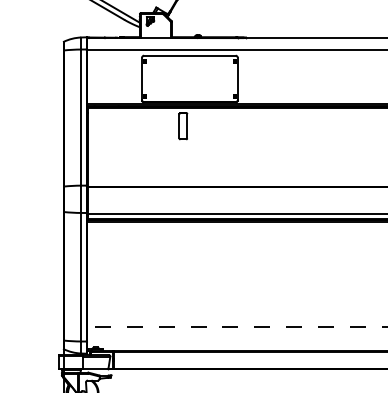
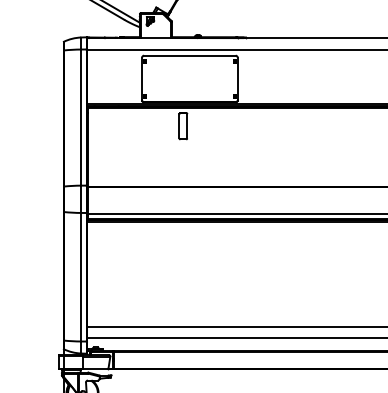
line at (236, 326): dashed -> solid
line at (235, 338): none -> present
